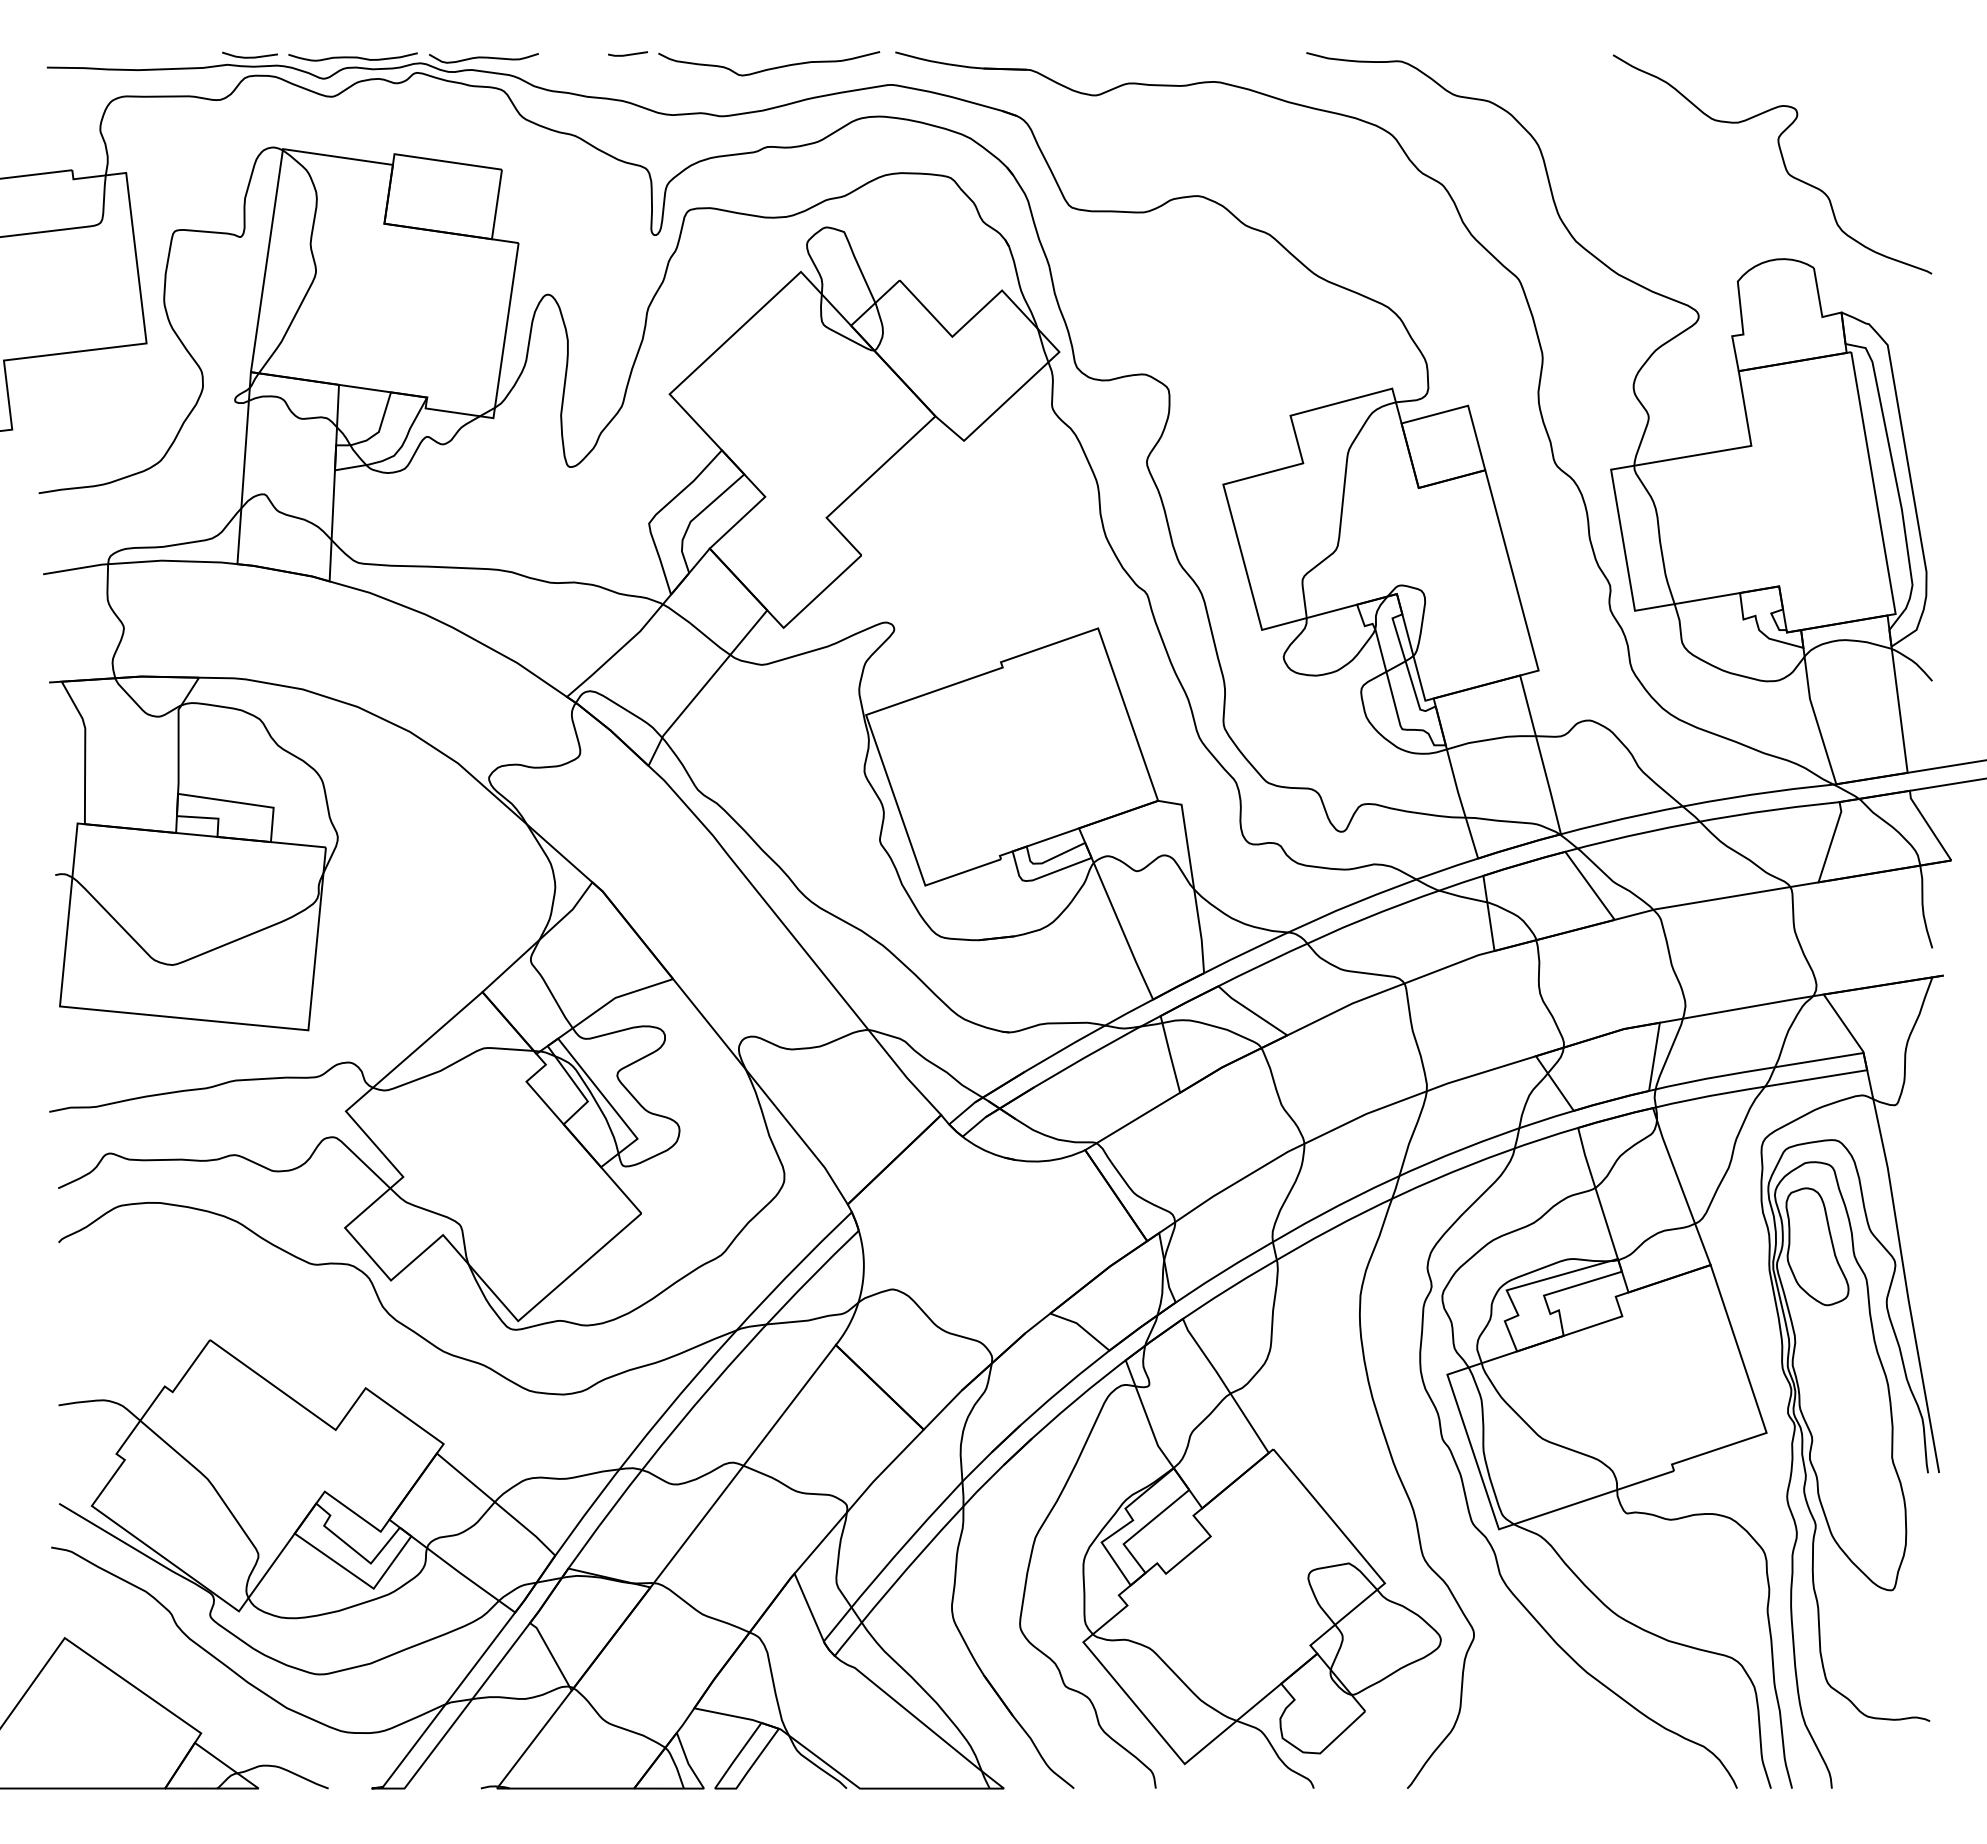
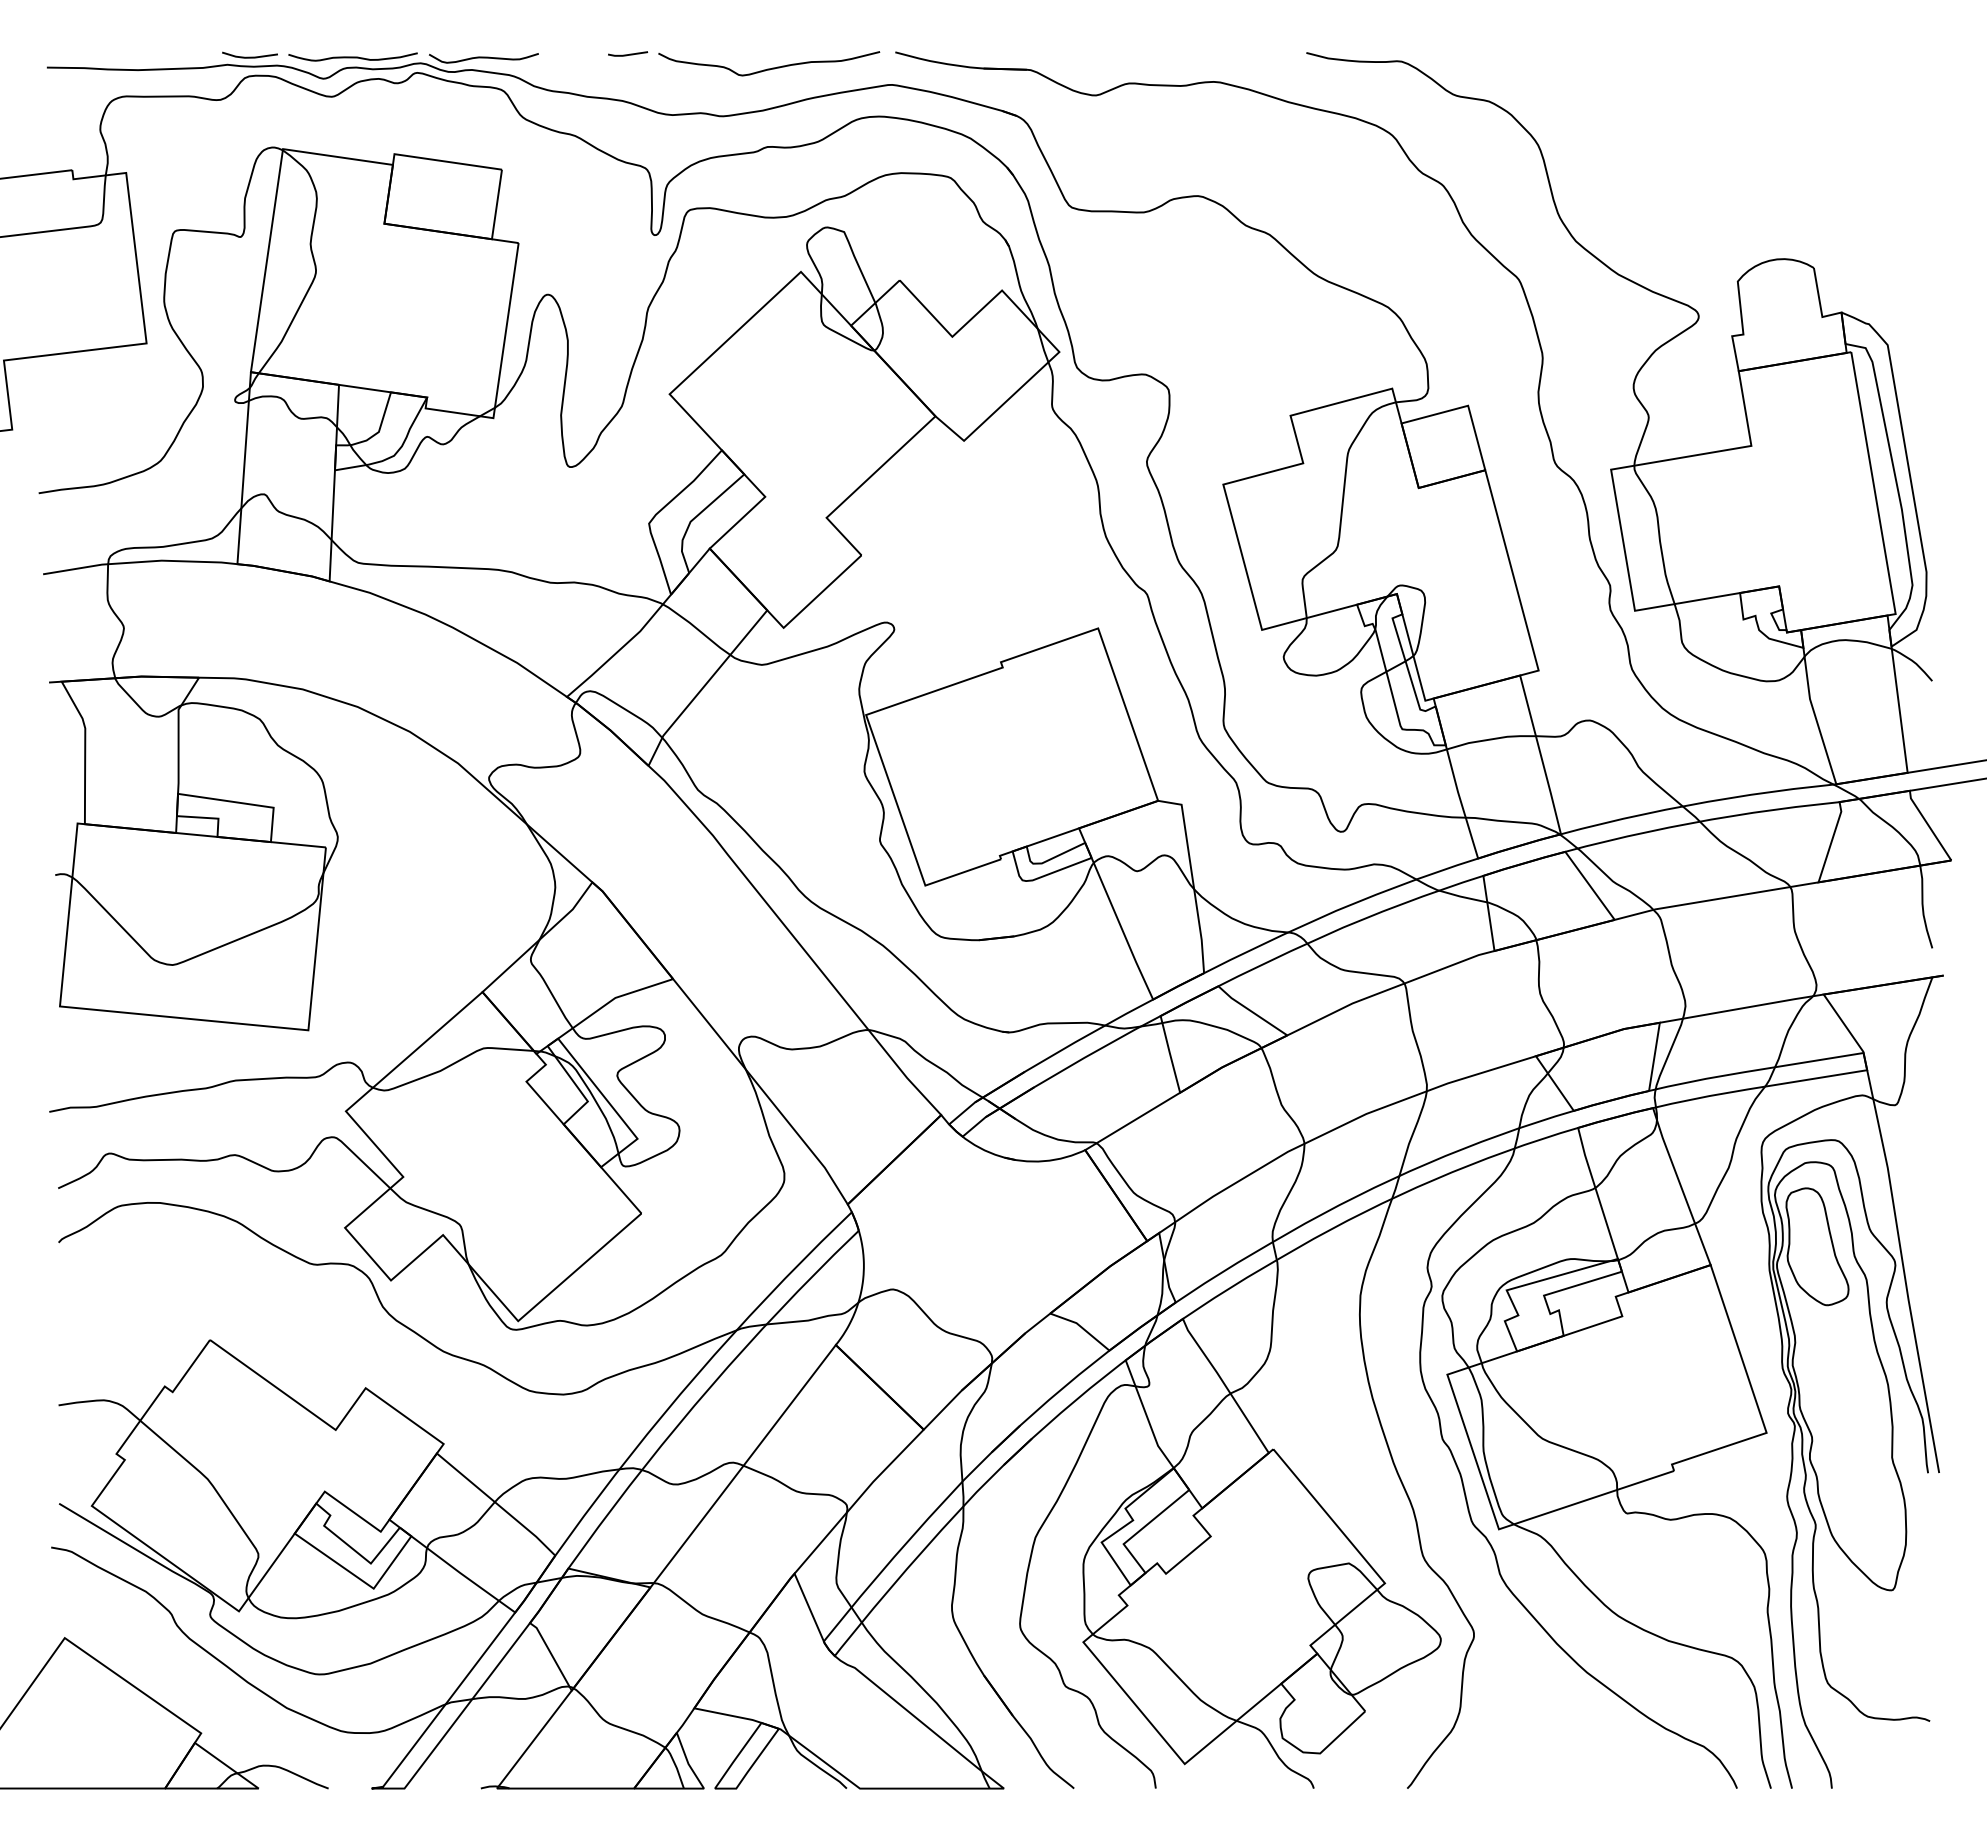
curve at (1782, 161): present -> none
